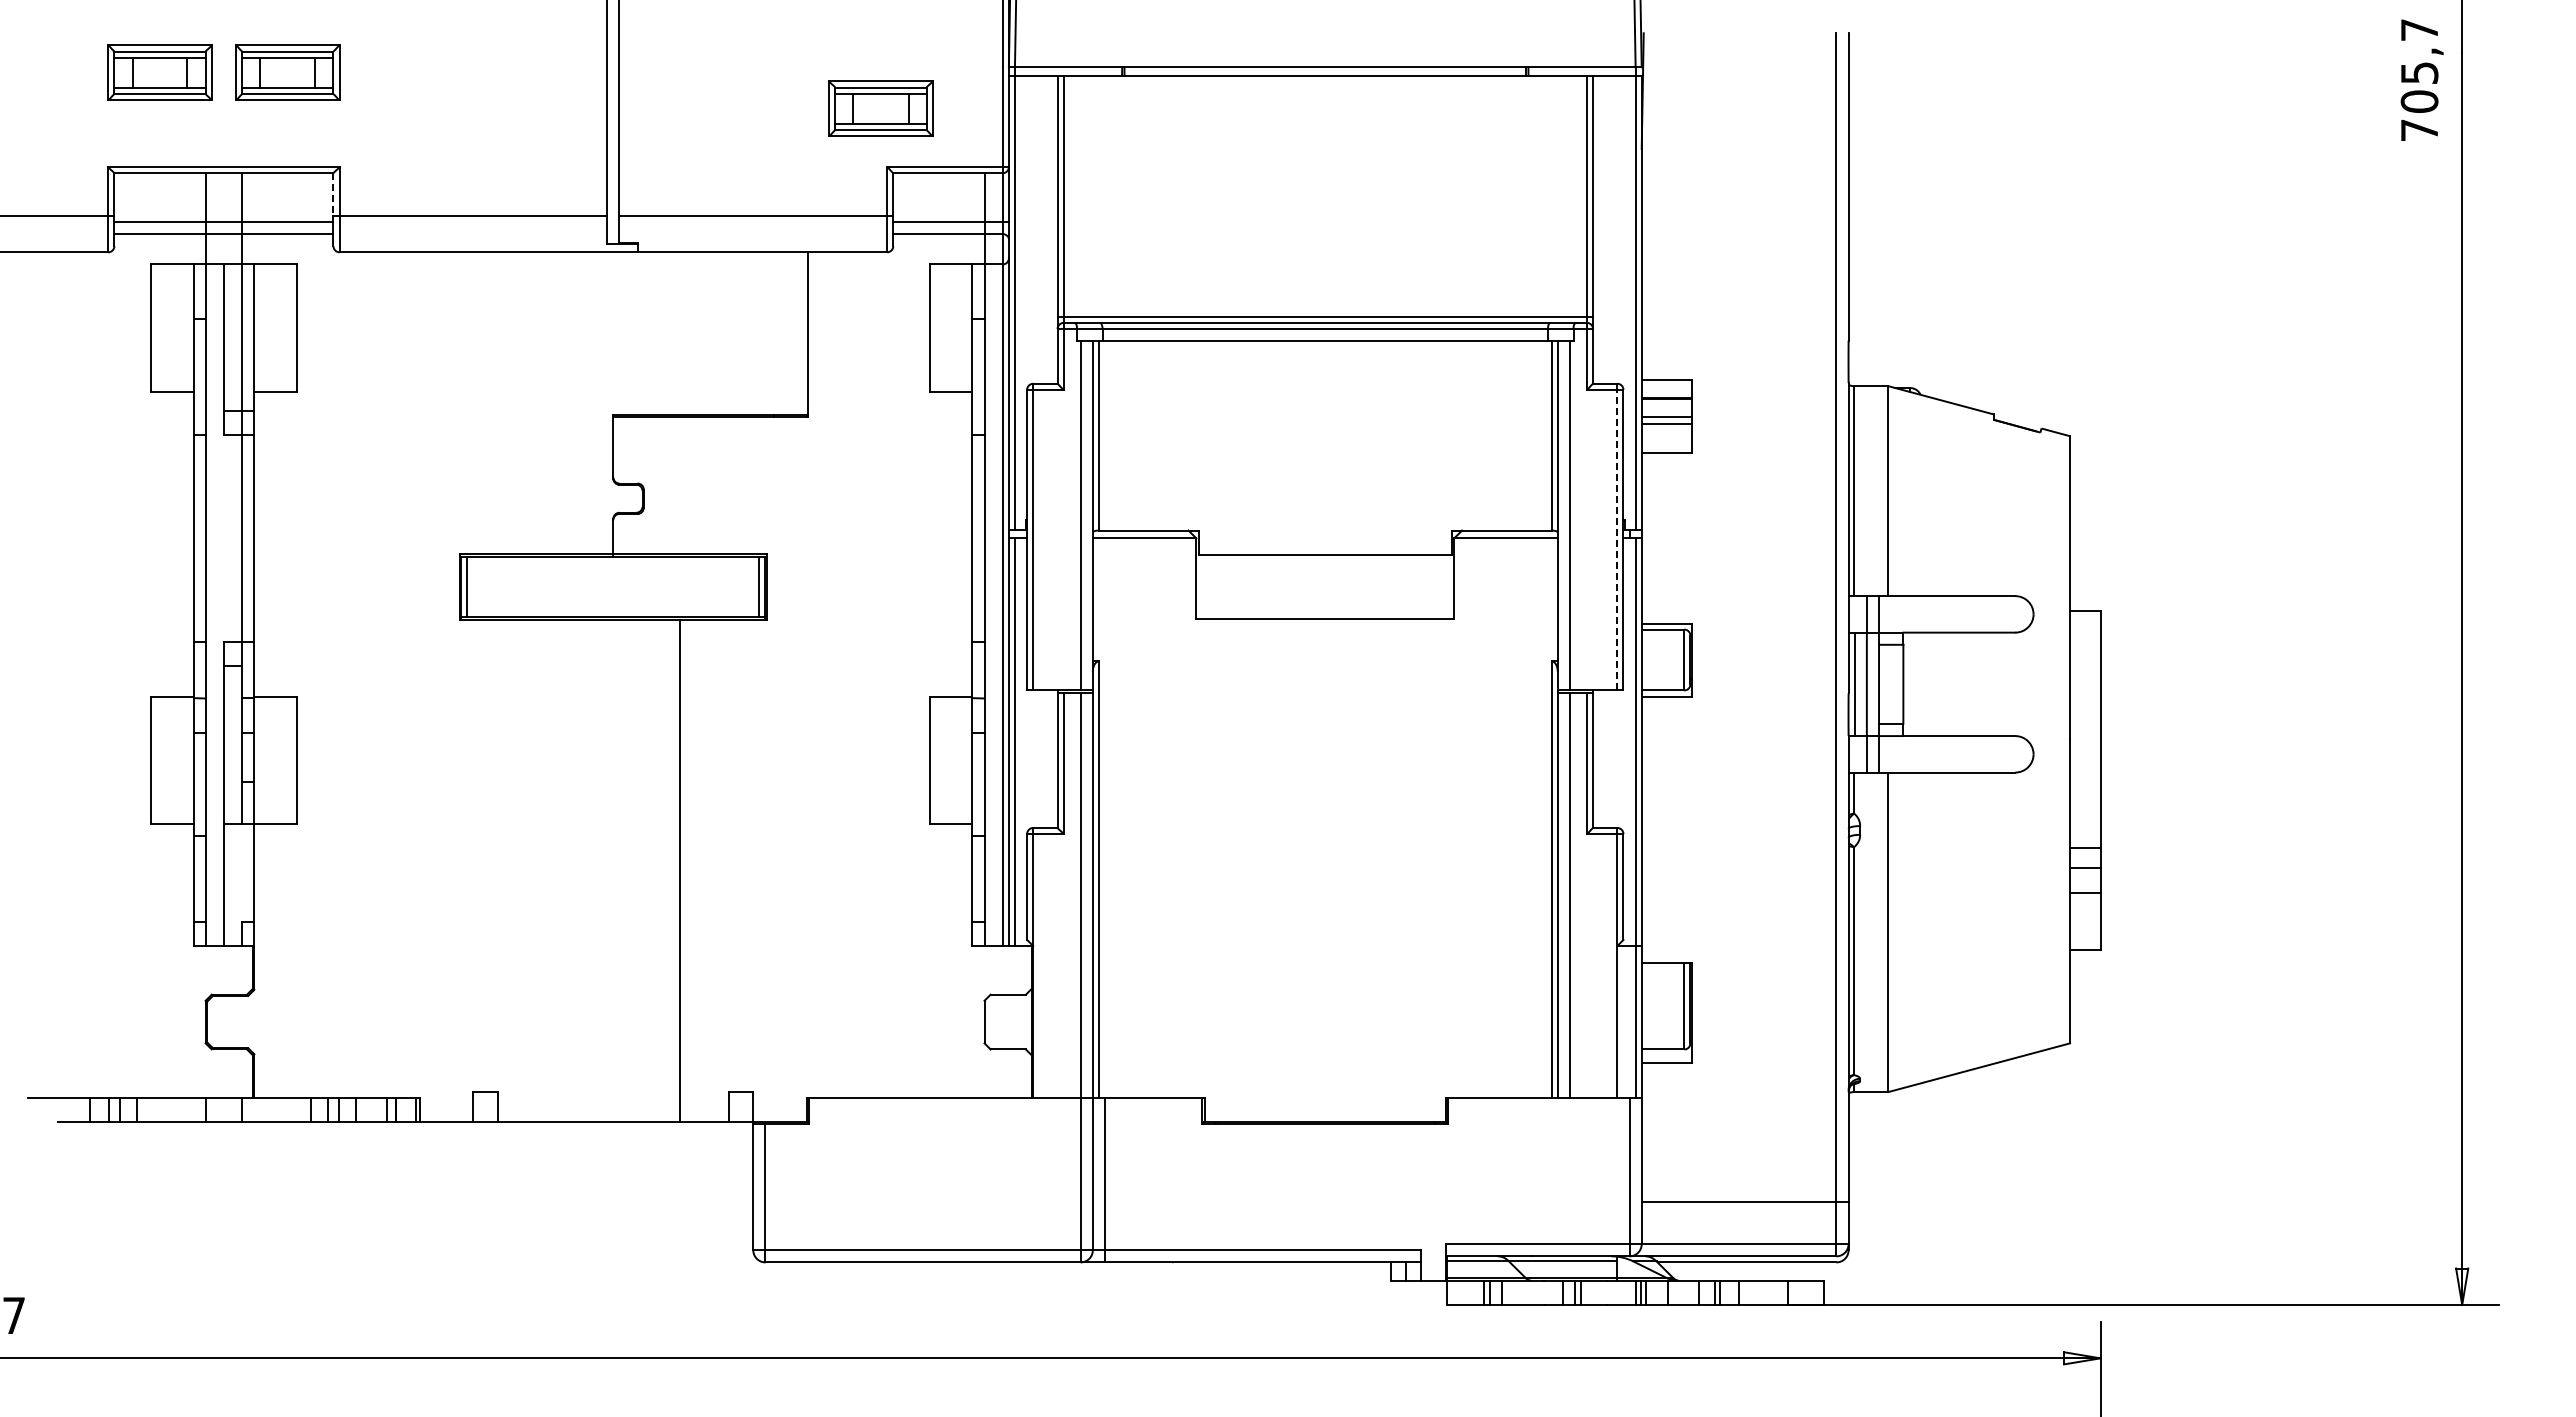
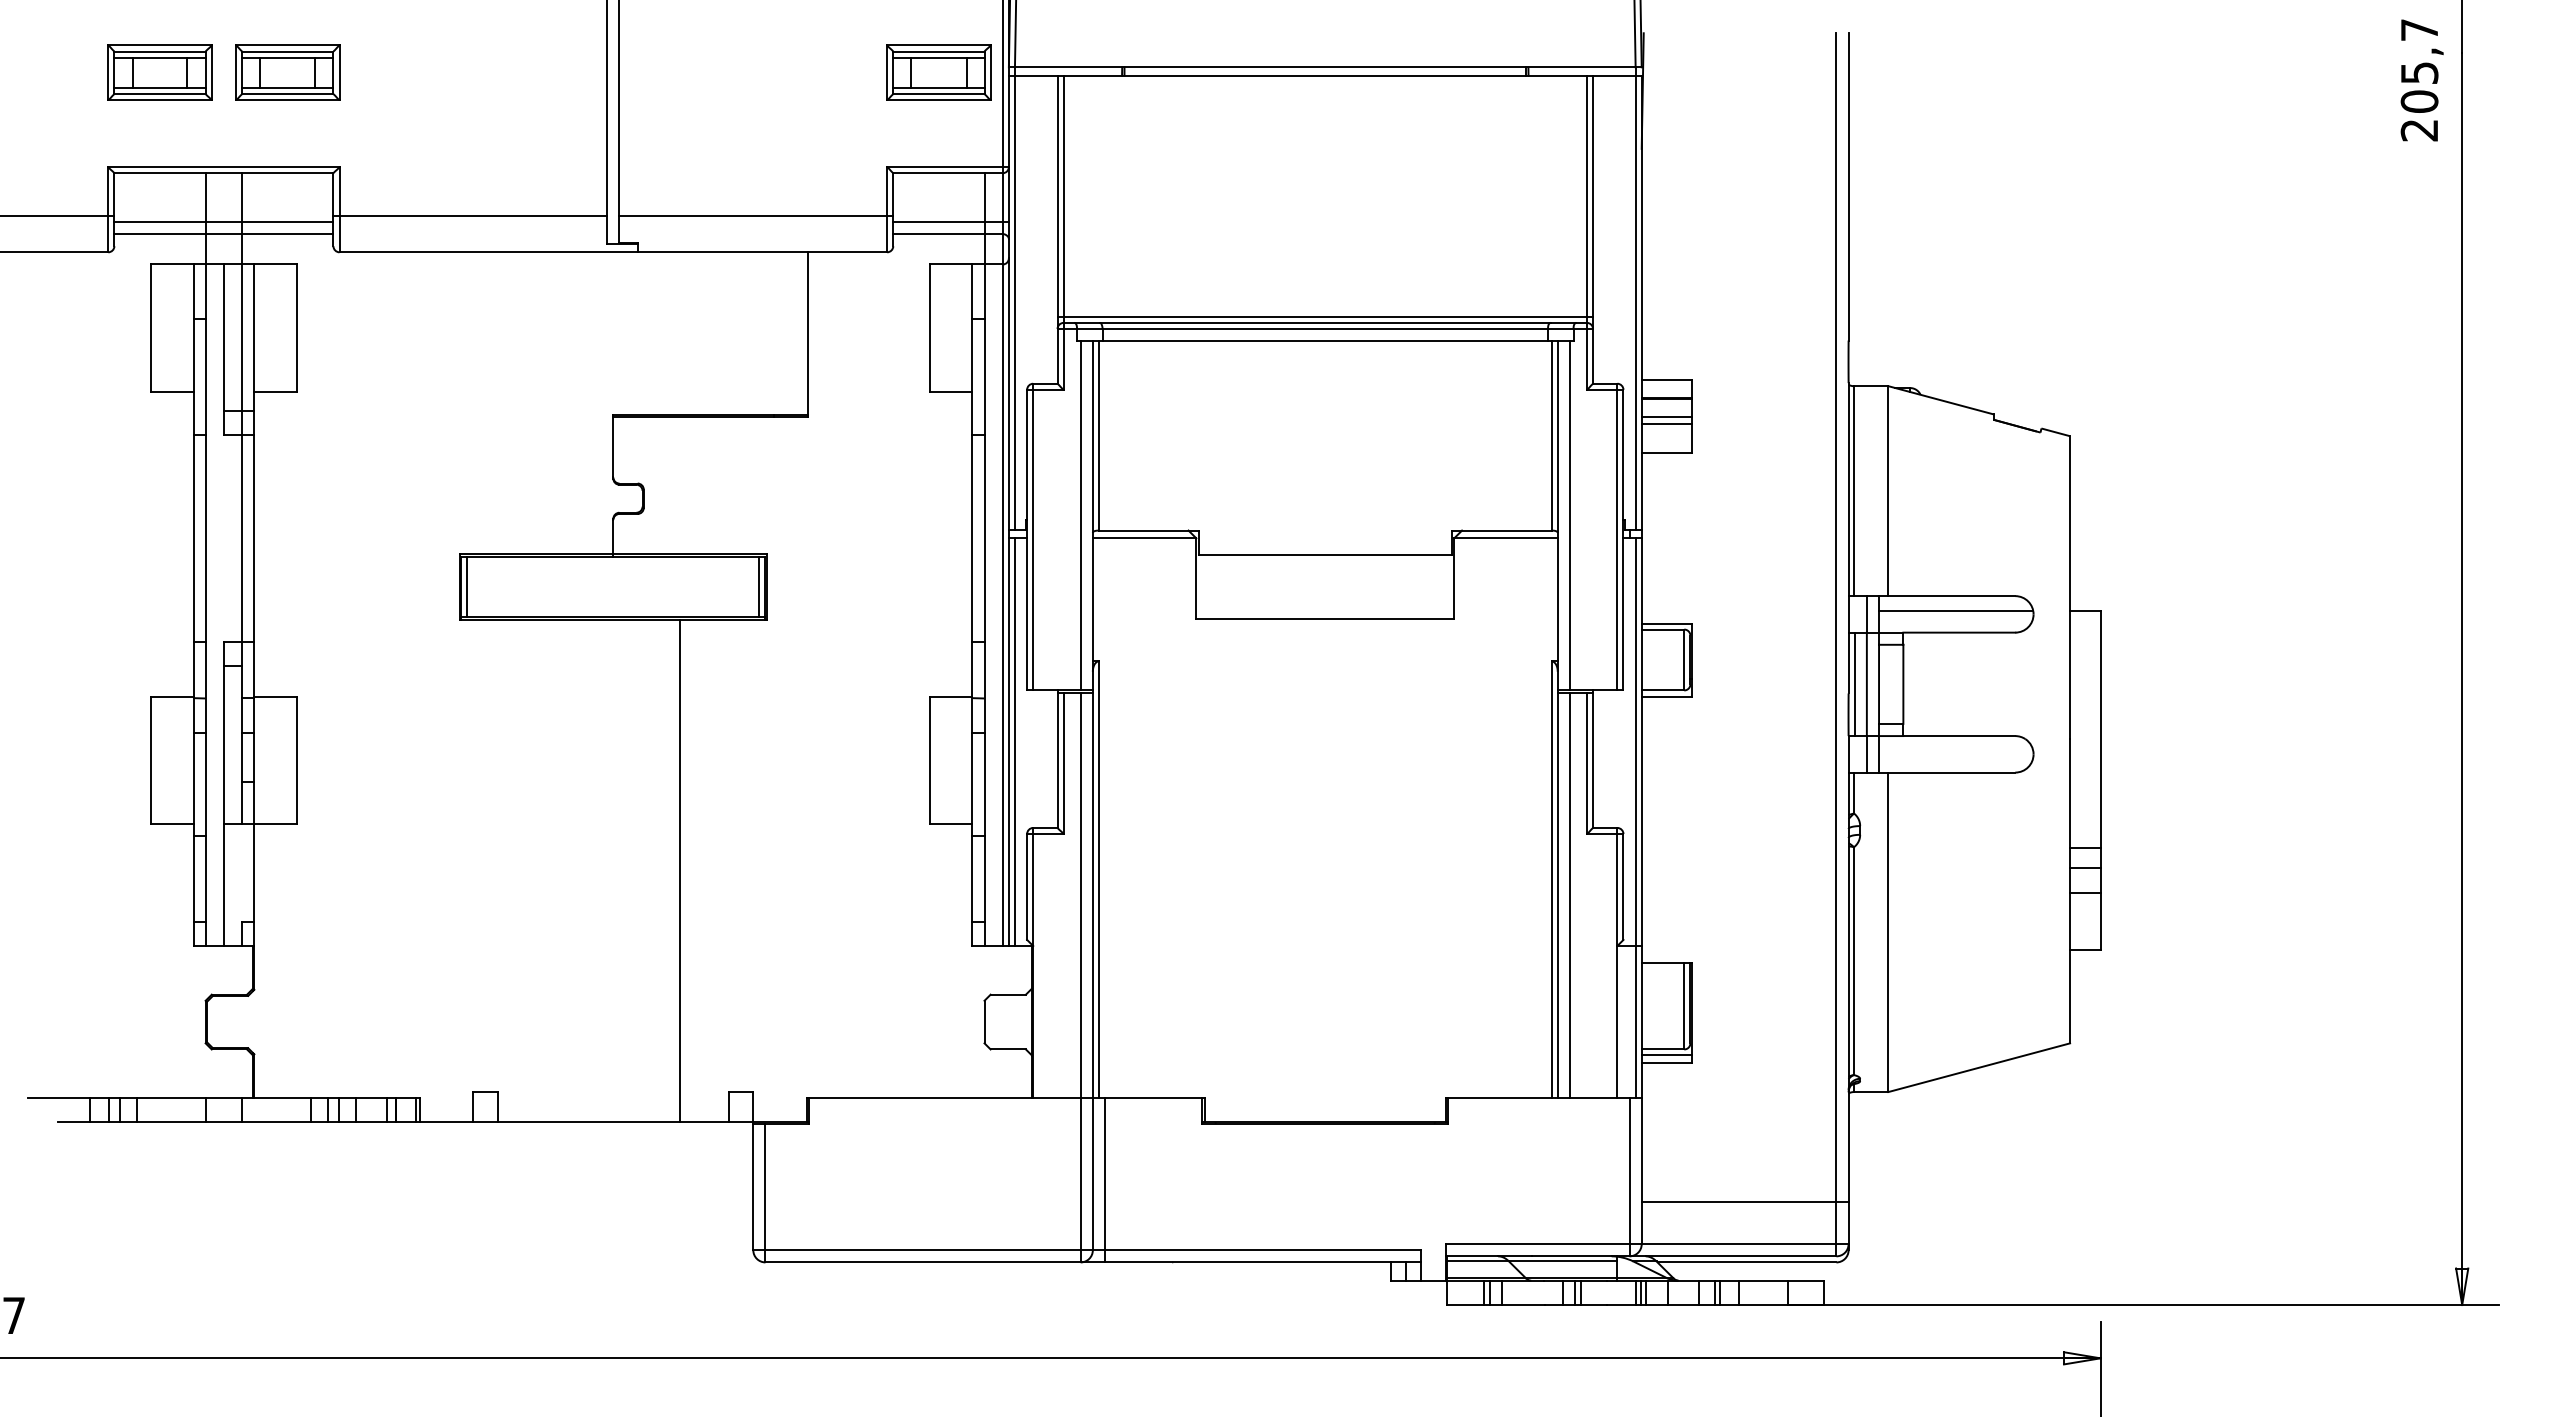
part at (880, 108) position: (880, 108) -> (938, 72)
text at (2418, 130): 705,7 -> 205,7
line at (333, 195): dashed -> solid
line at (1617, 539): dashed -> solid
line at (1956, 610): none -> present
line at (1666, 1055): none -> present
